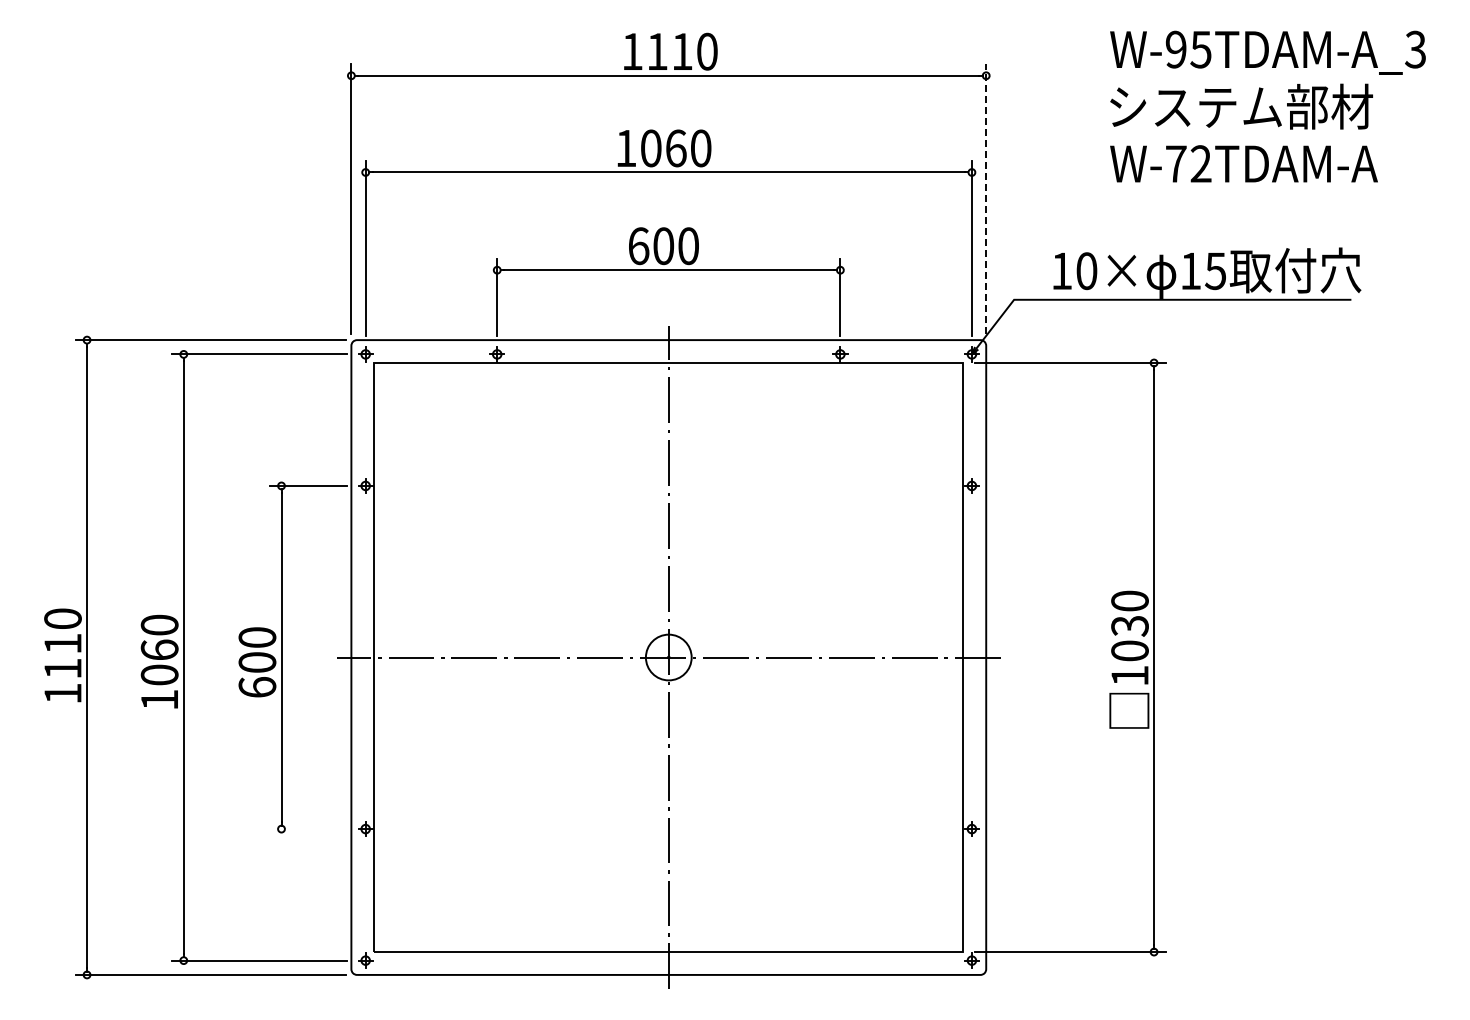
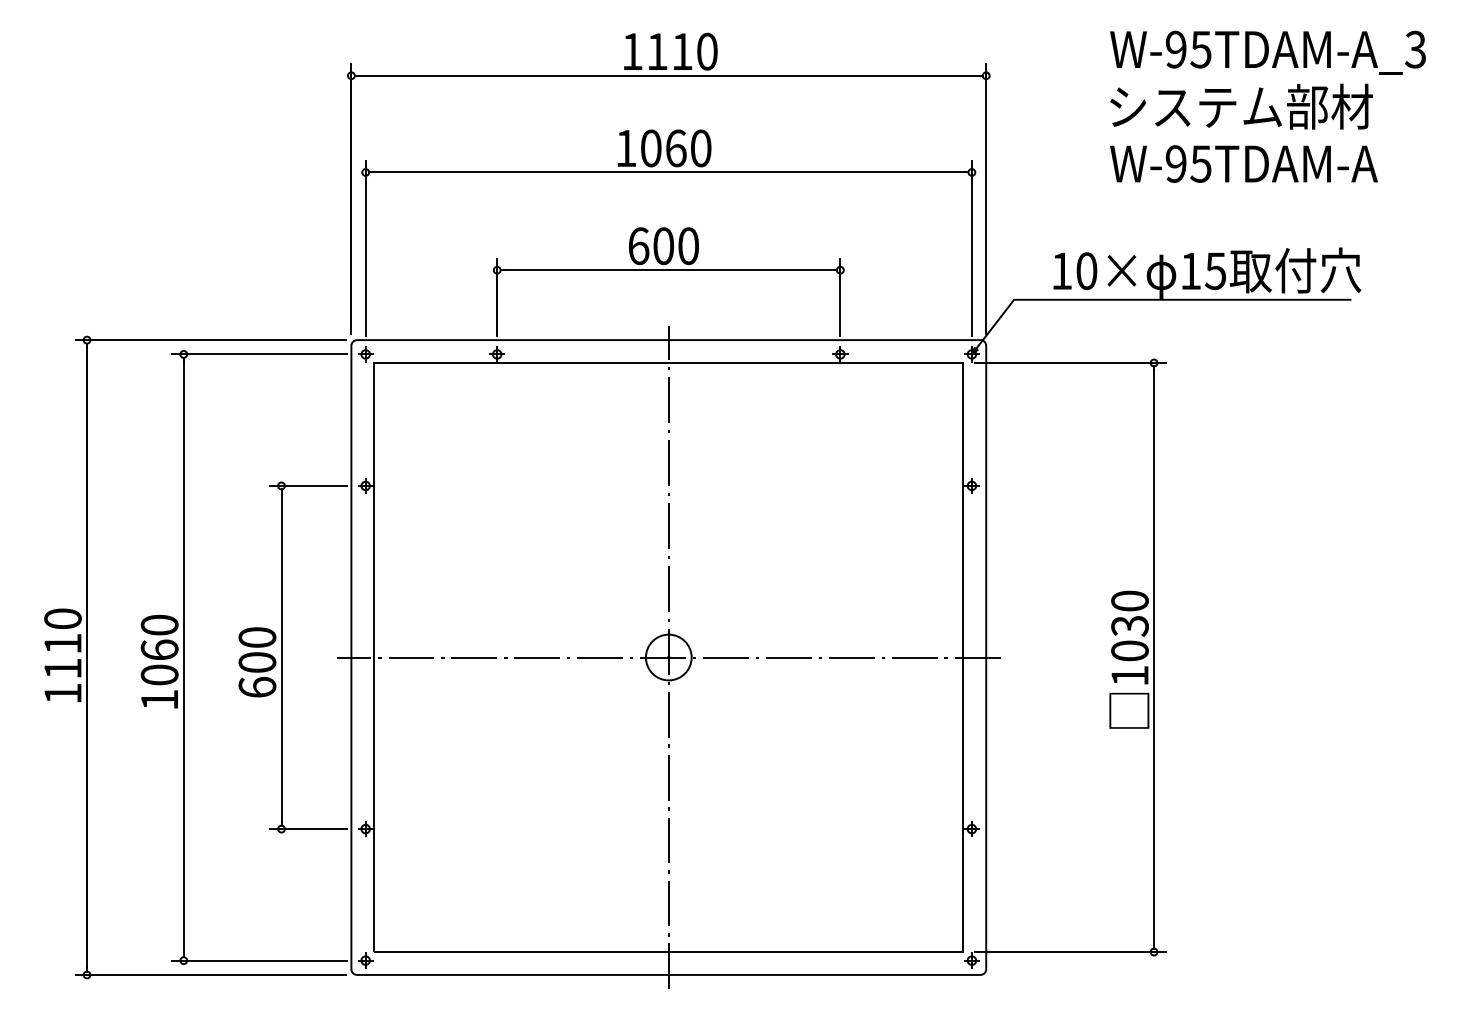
text at (1188, 163): W-72TDAM-A -> W-95TDAM-A
line at (986, 198): dashed -> solid
line at (308, 829): none -> present
